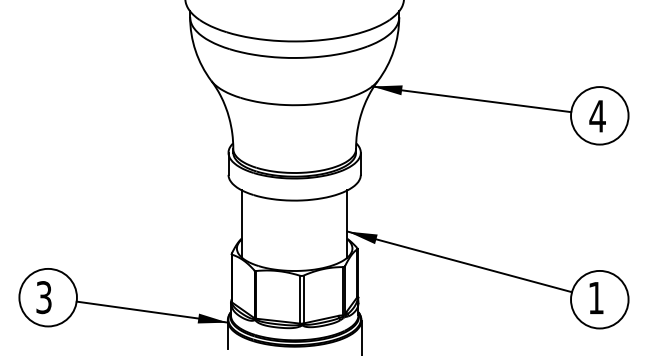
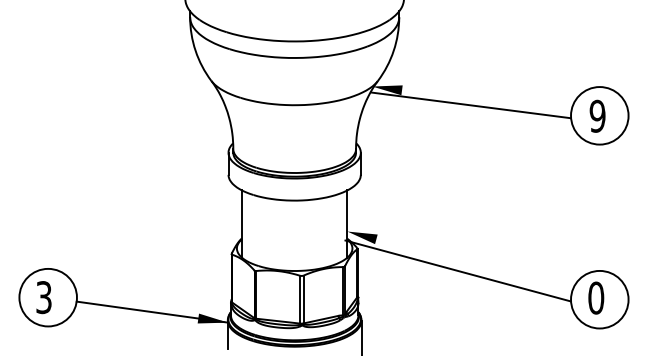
line at (471, 99) position: (471, 99) -> (470, 105)
text at (597, 115): 4 -> 9
line at (459, 261) position: (459, 261) -> (457, 270)
text at (596, 297): 1 -> 0
